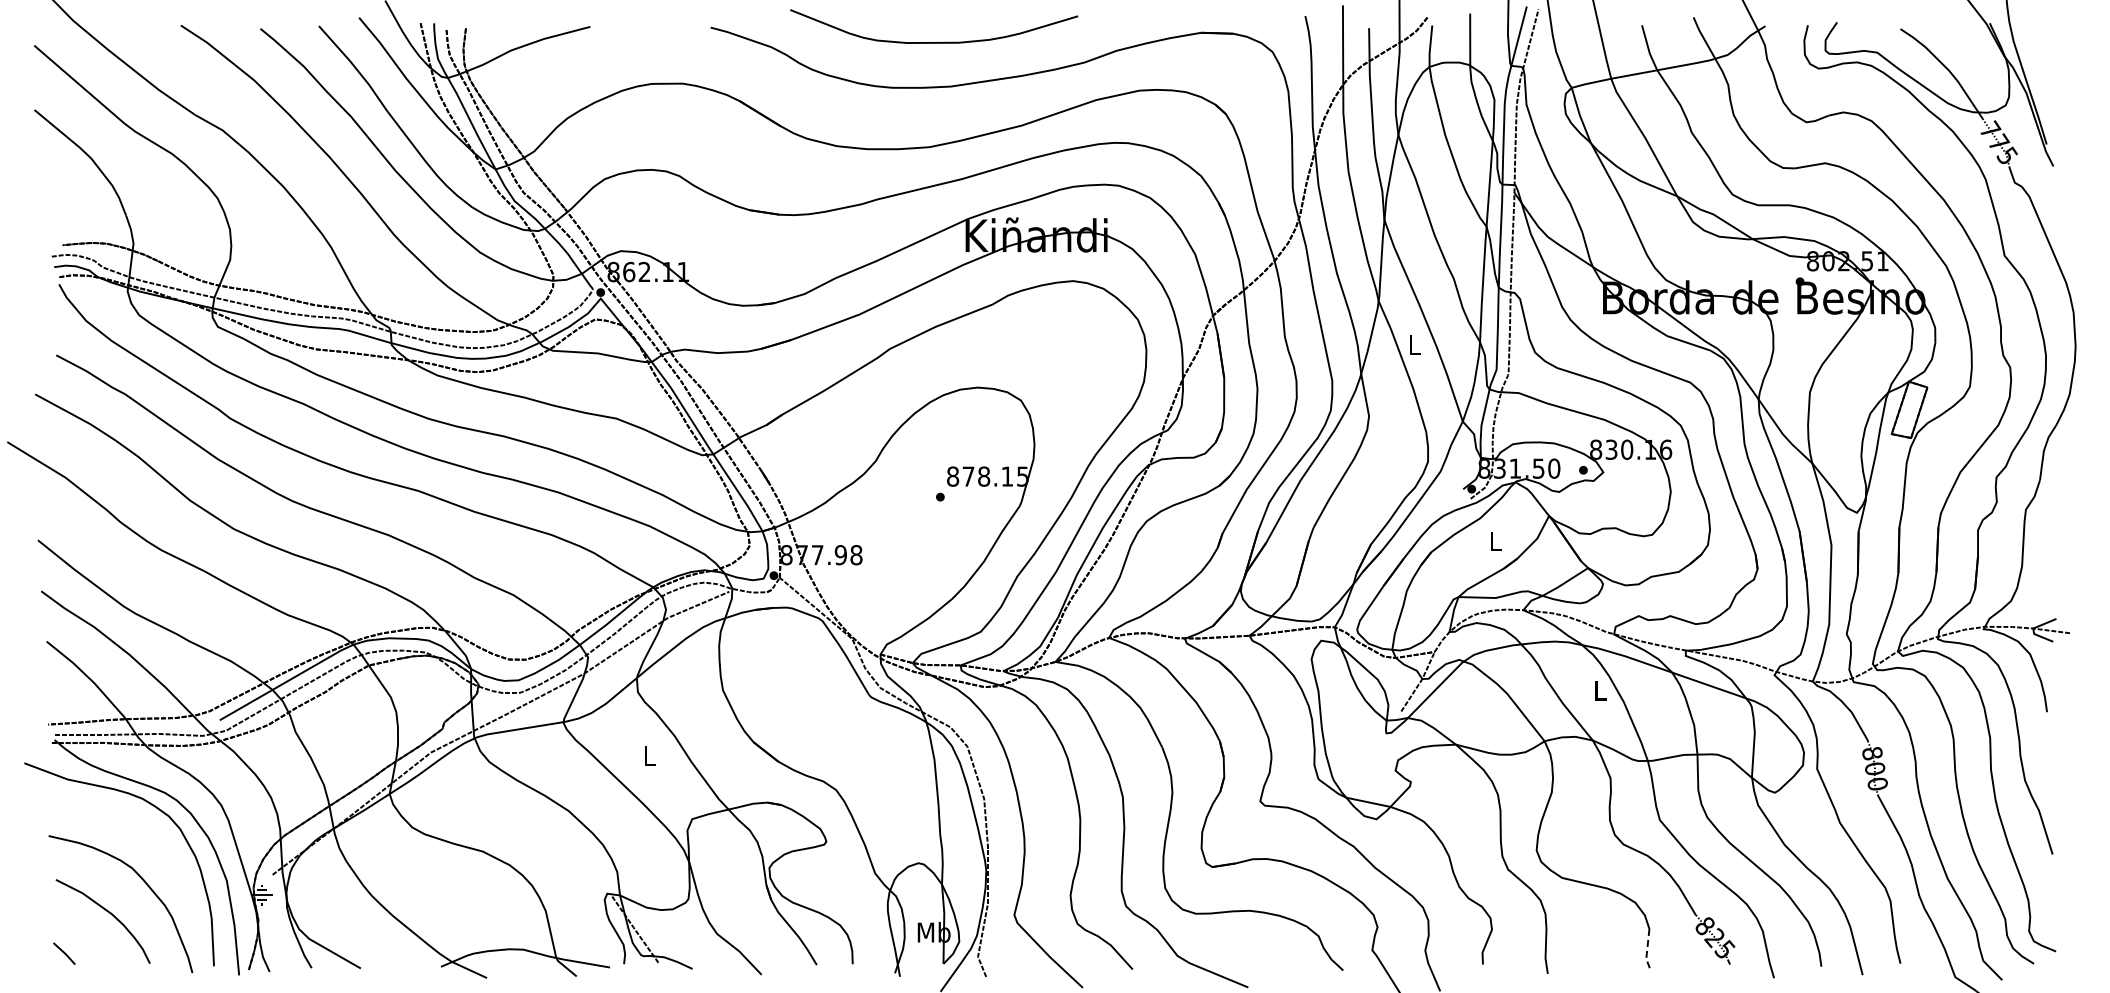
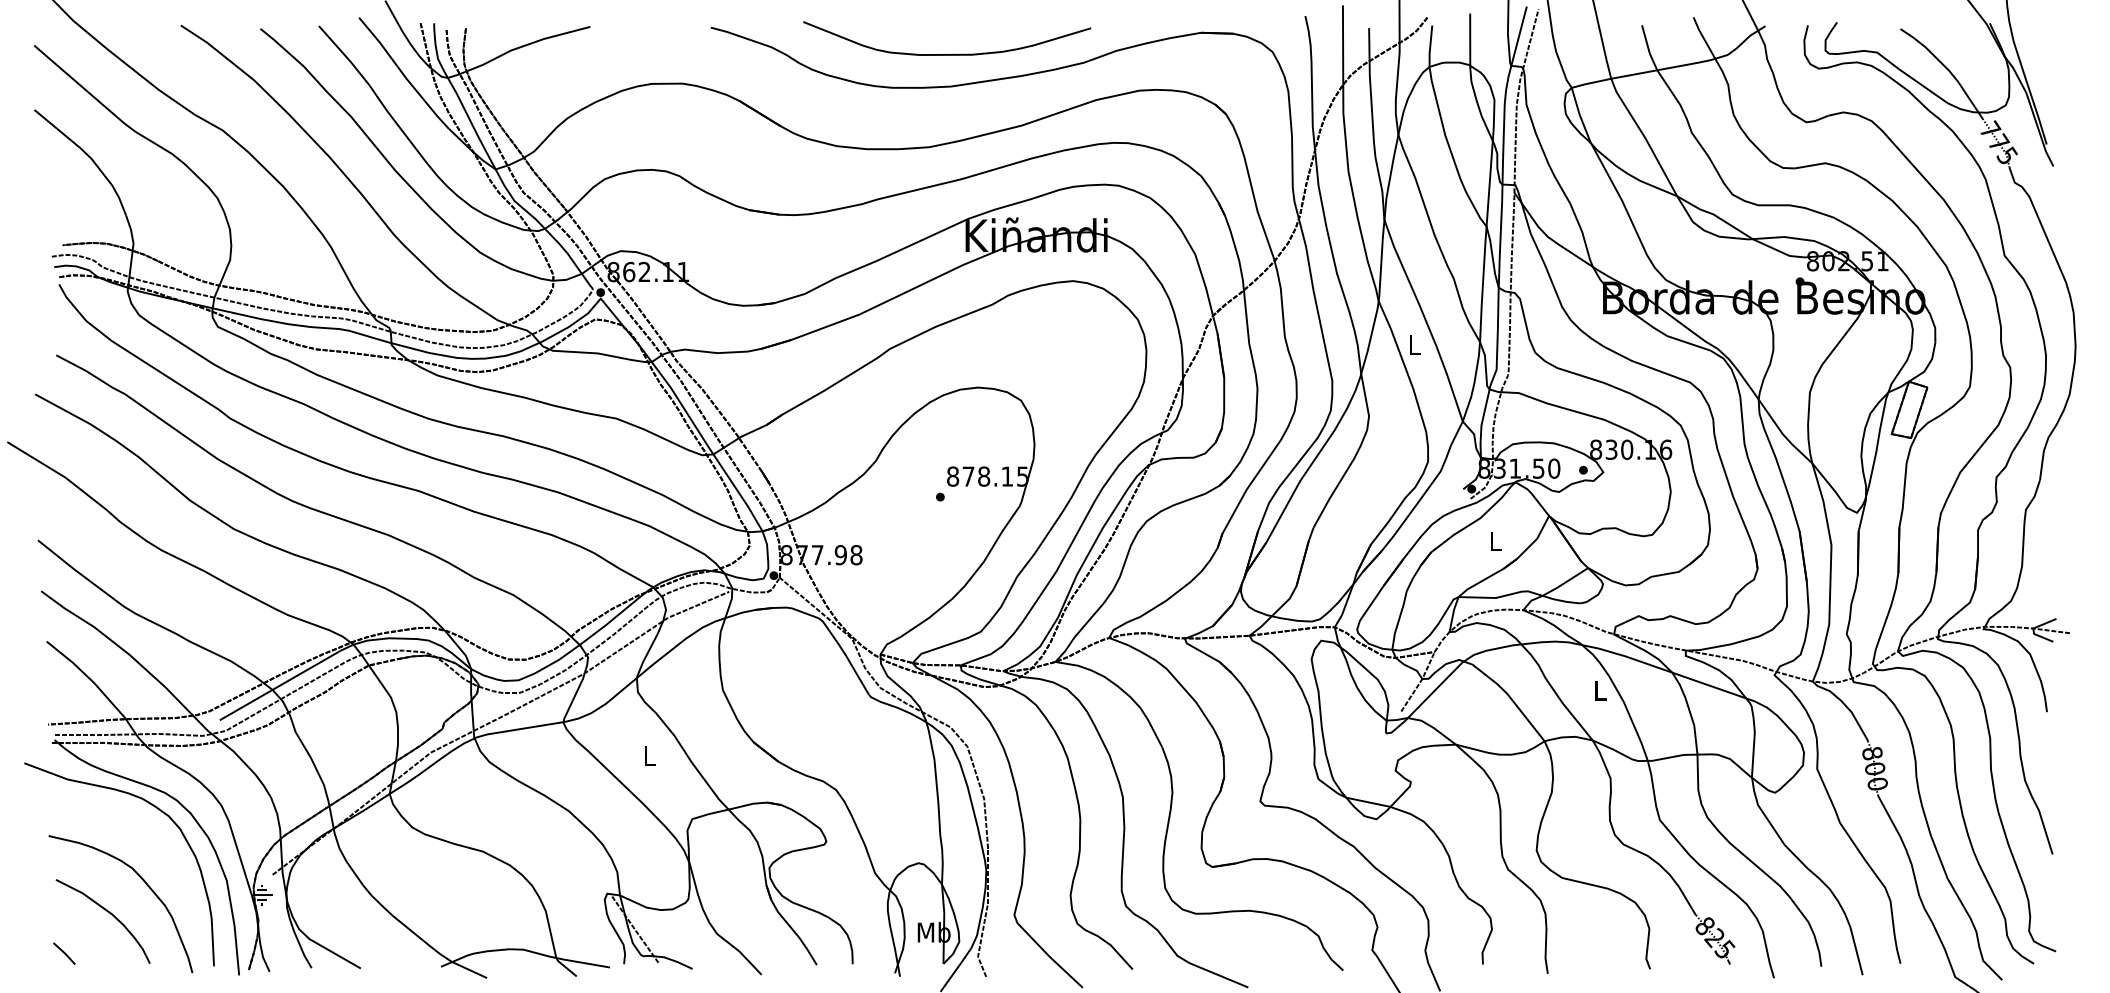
curve at (934, 42) position: (934, 42) -> (947, 54)
line at (1647, 950): dashed -> solid
